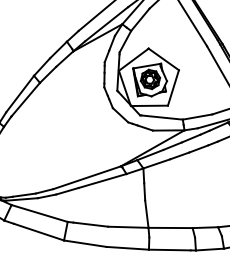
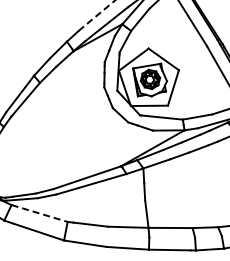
line at (96, 15): solid -> dashed
line at (40, 213): solid -> dashed
